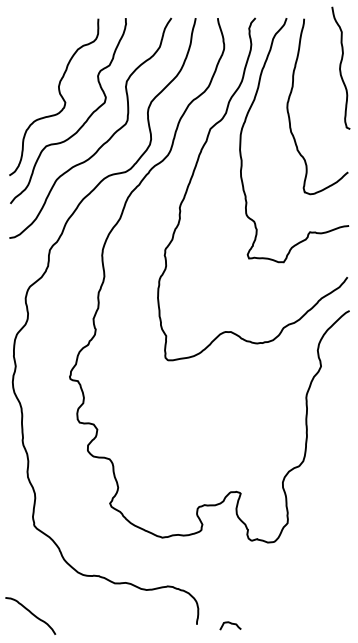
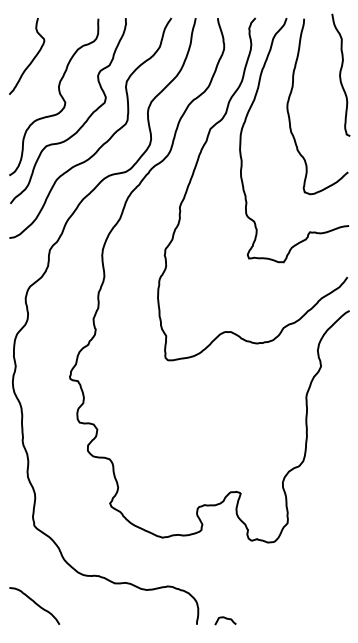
curve at (31, 60): none -> present
curve at (340, 67) position: (340, 67) -> (340, 74)
curve at (31, 614) position: (31, 614) -> (35, 604)
curve at (231, 624) position: (231, 624) -> (226, 619)
